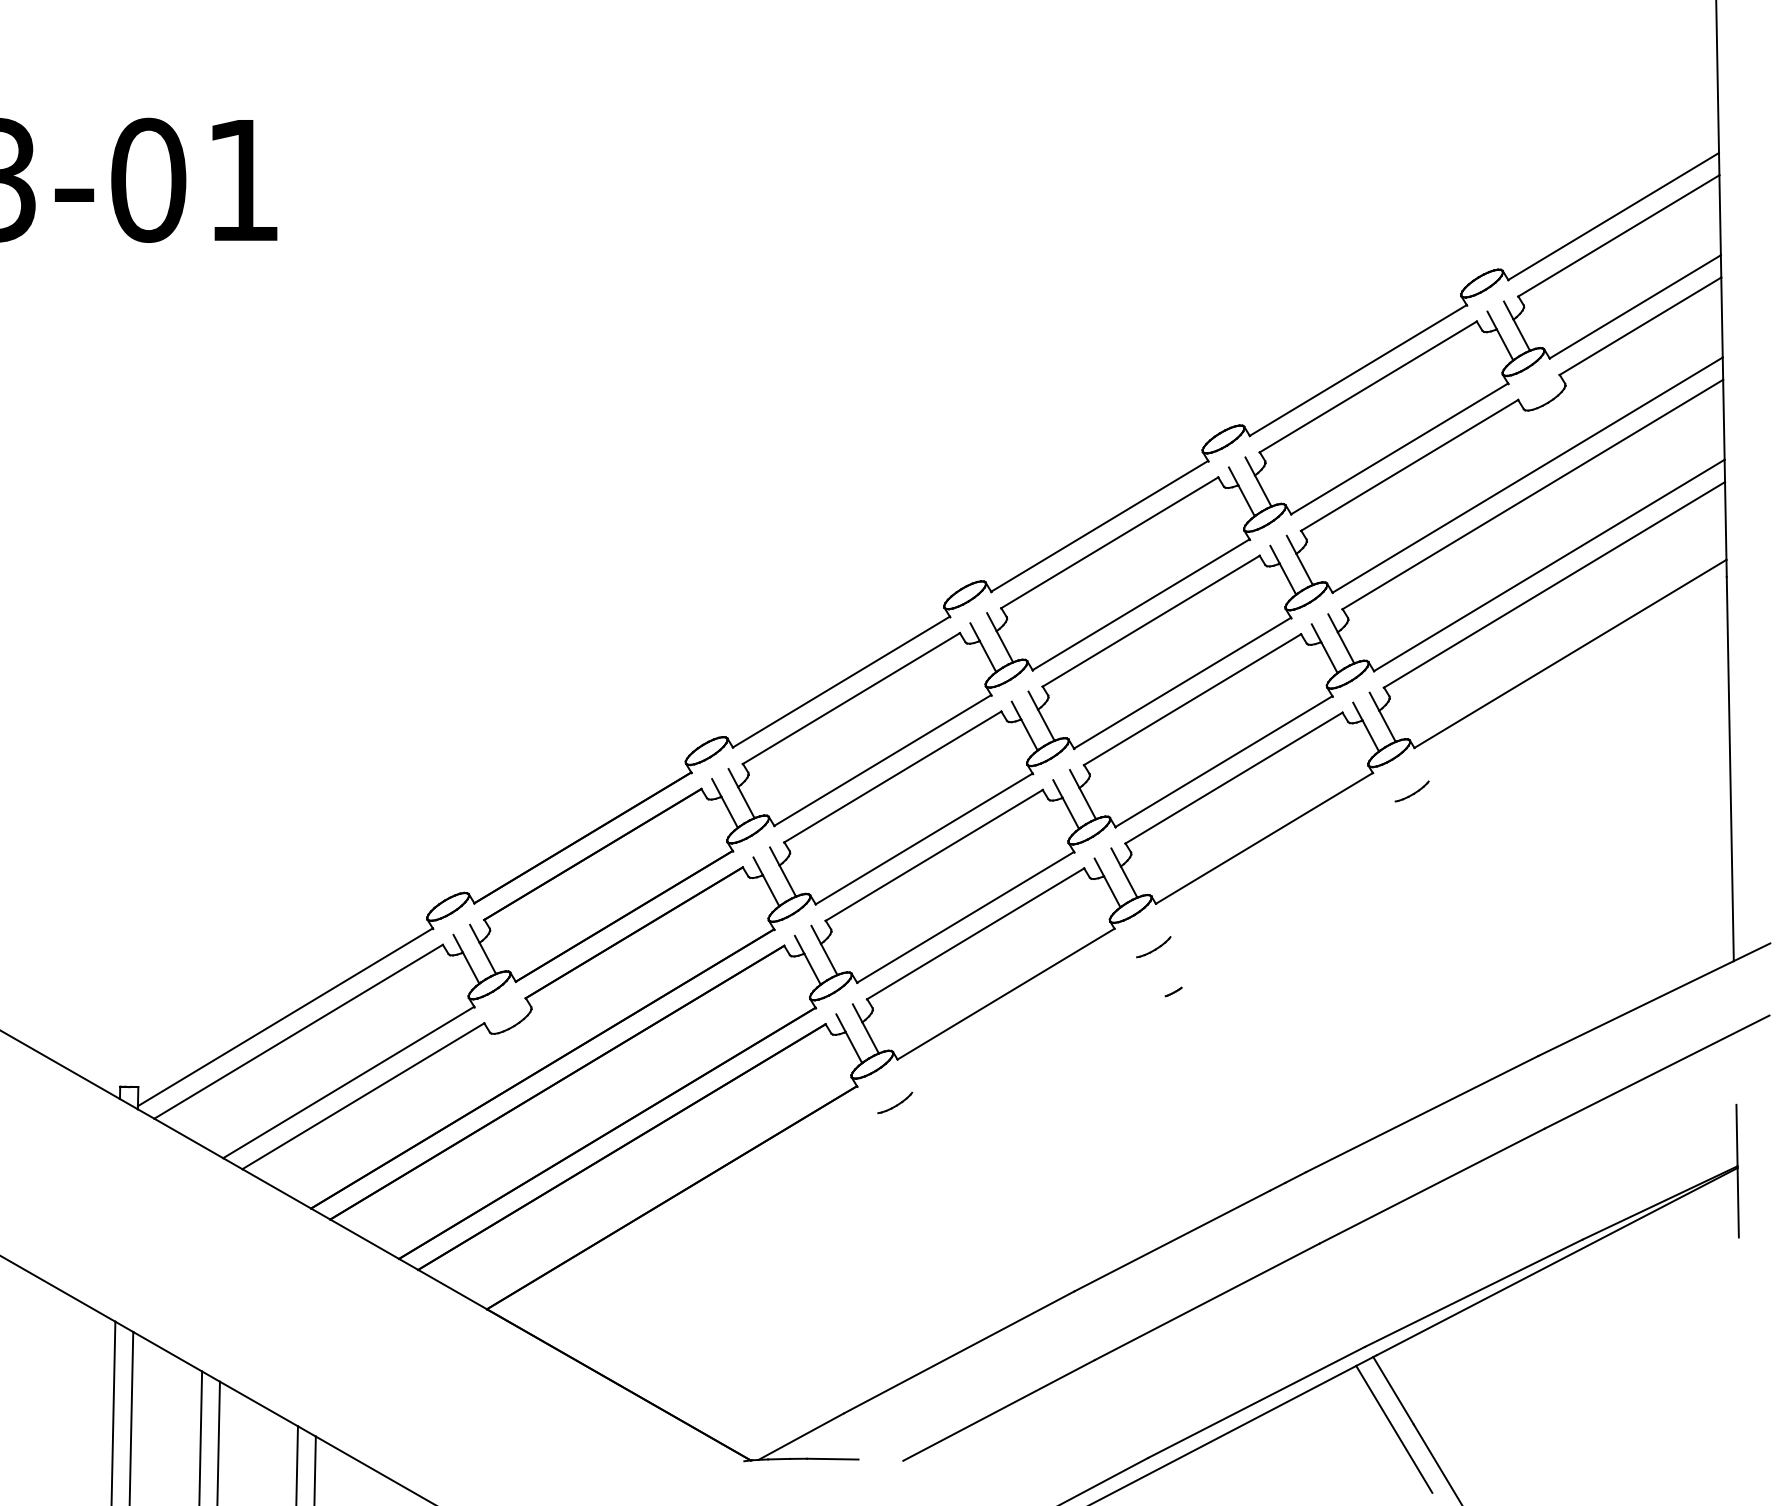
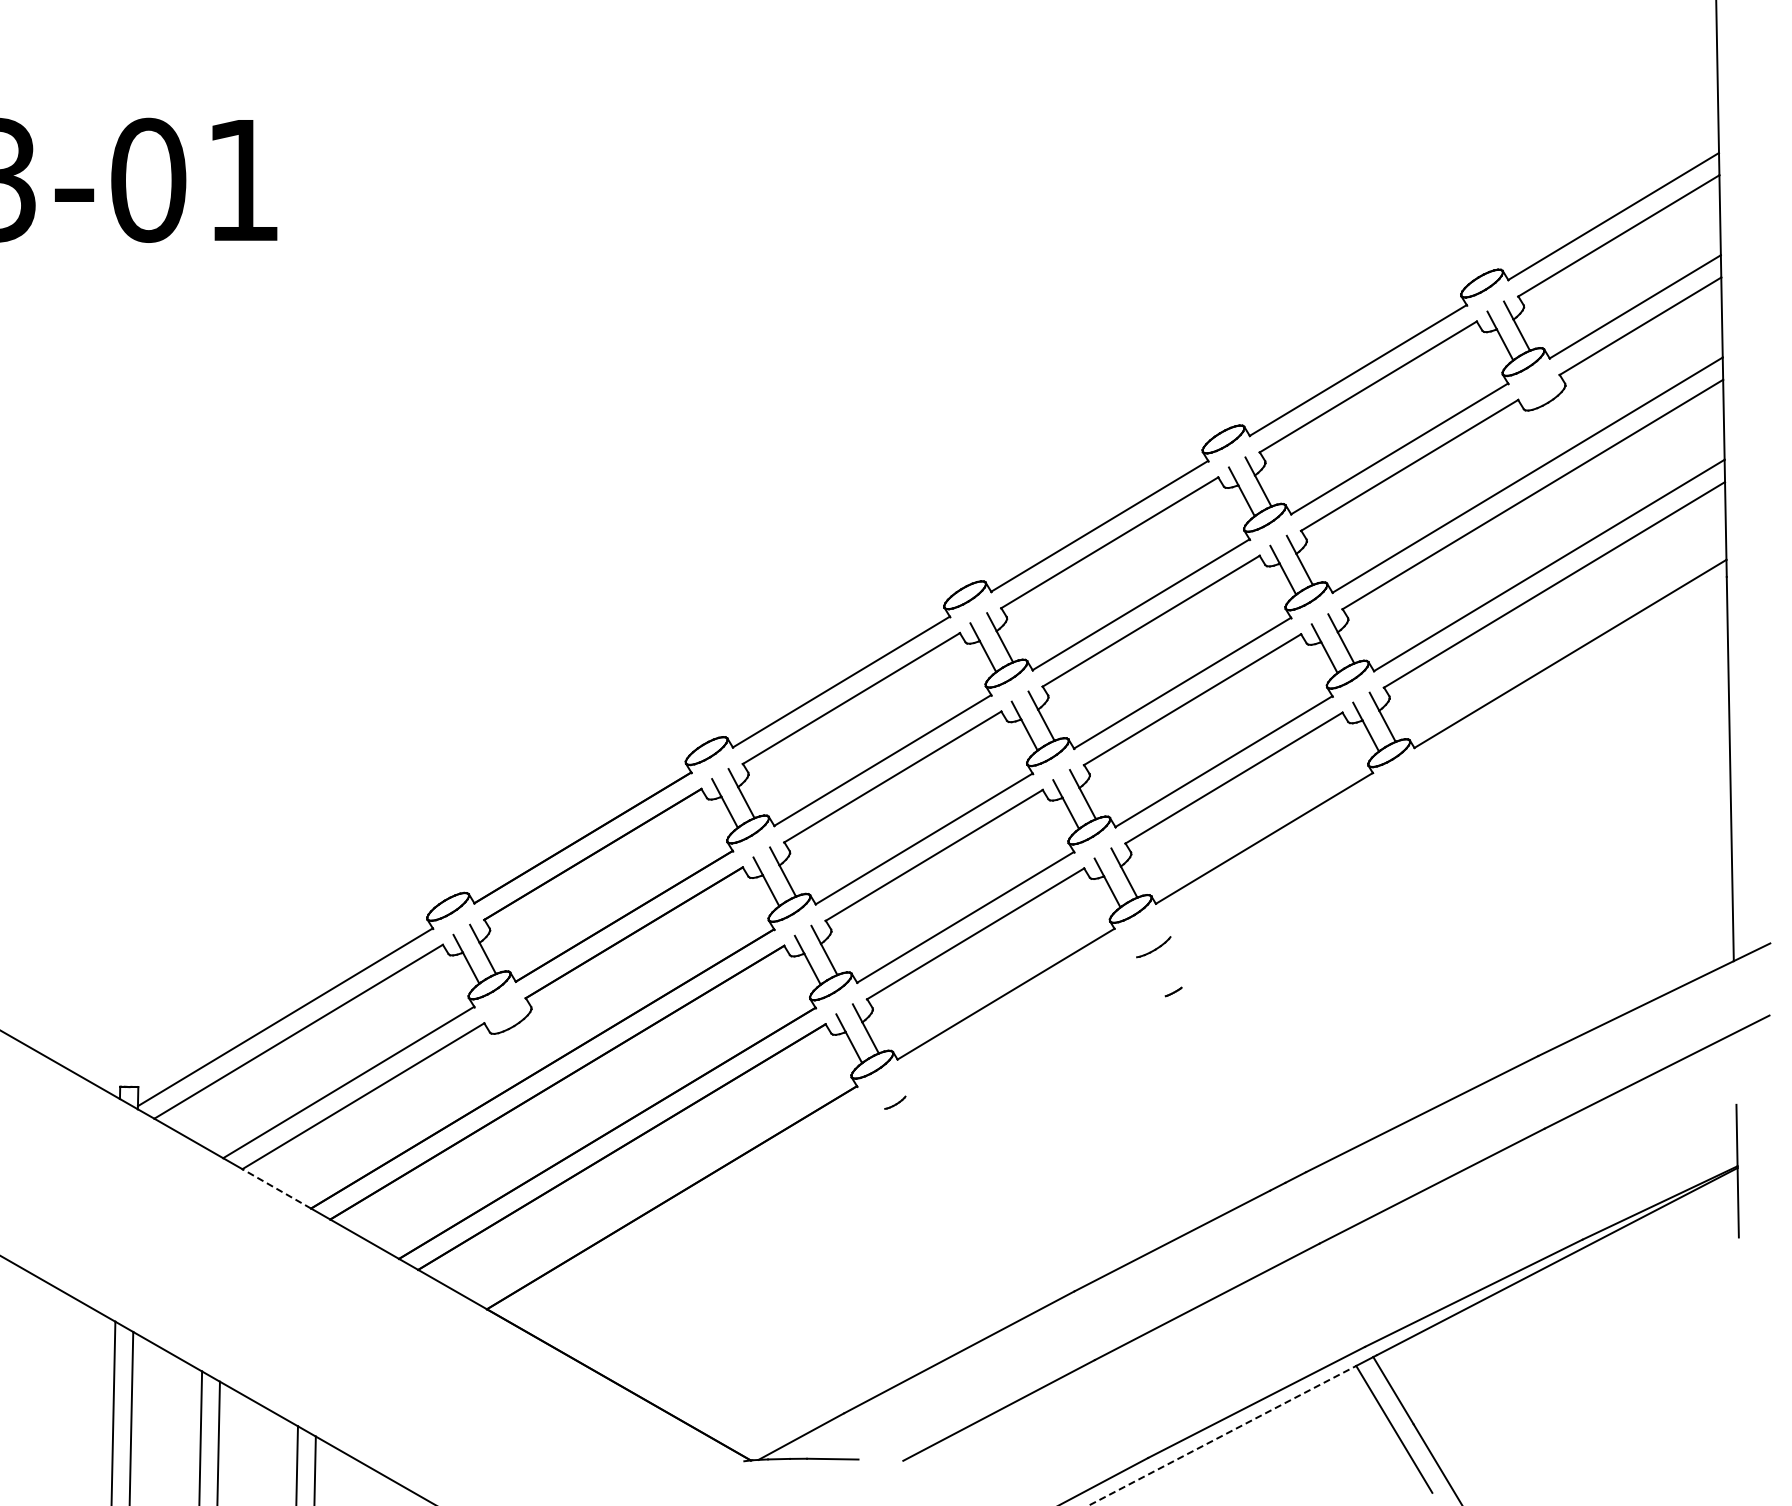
part at (1411, 791): present -> none
part at (895, 1102) size: 37x23 px -> 23x15 px
line at (276, 1188): solid -> dashed
line at (1222, 1435): solid -> dashed
